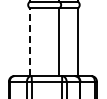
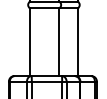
line at (29, 42): dashed -> solid
